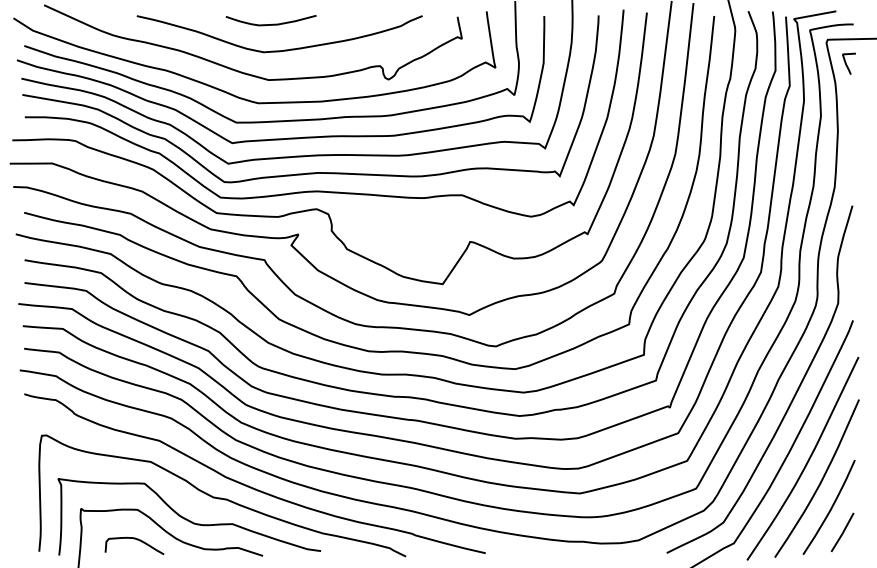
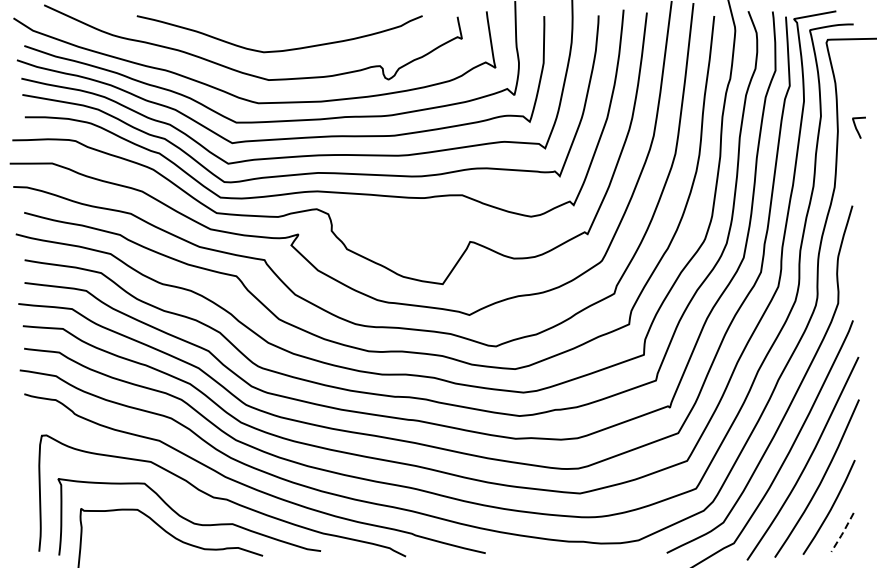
curve at (272, 23): present -> none
curve at (847, 64) position: (847, 64) -> (857, 128)
line at (843, 532): solid -> dashed
curve at (137, 540): present -> none
